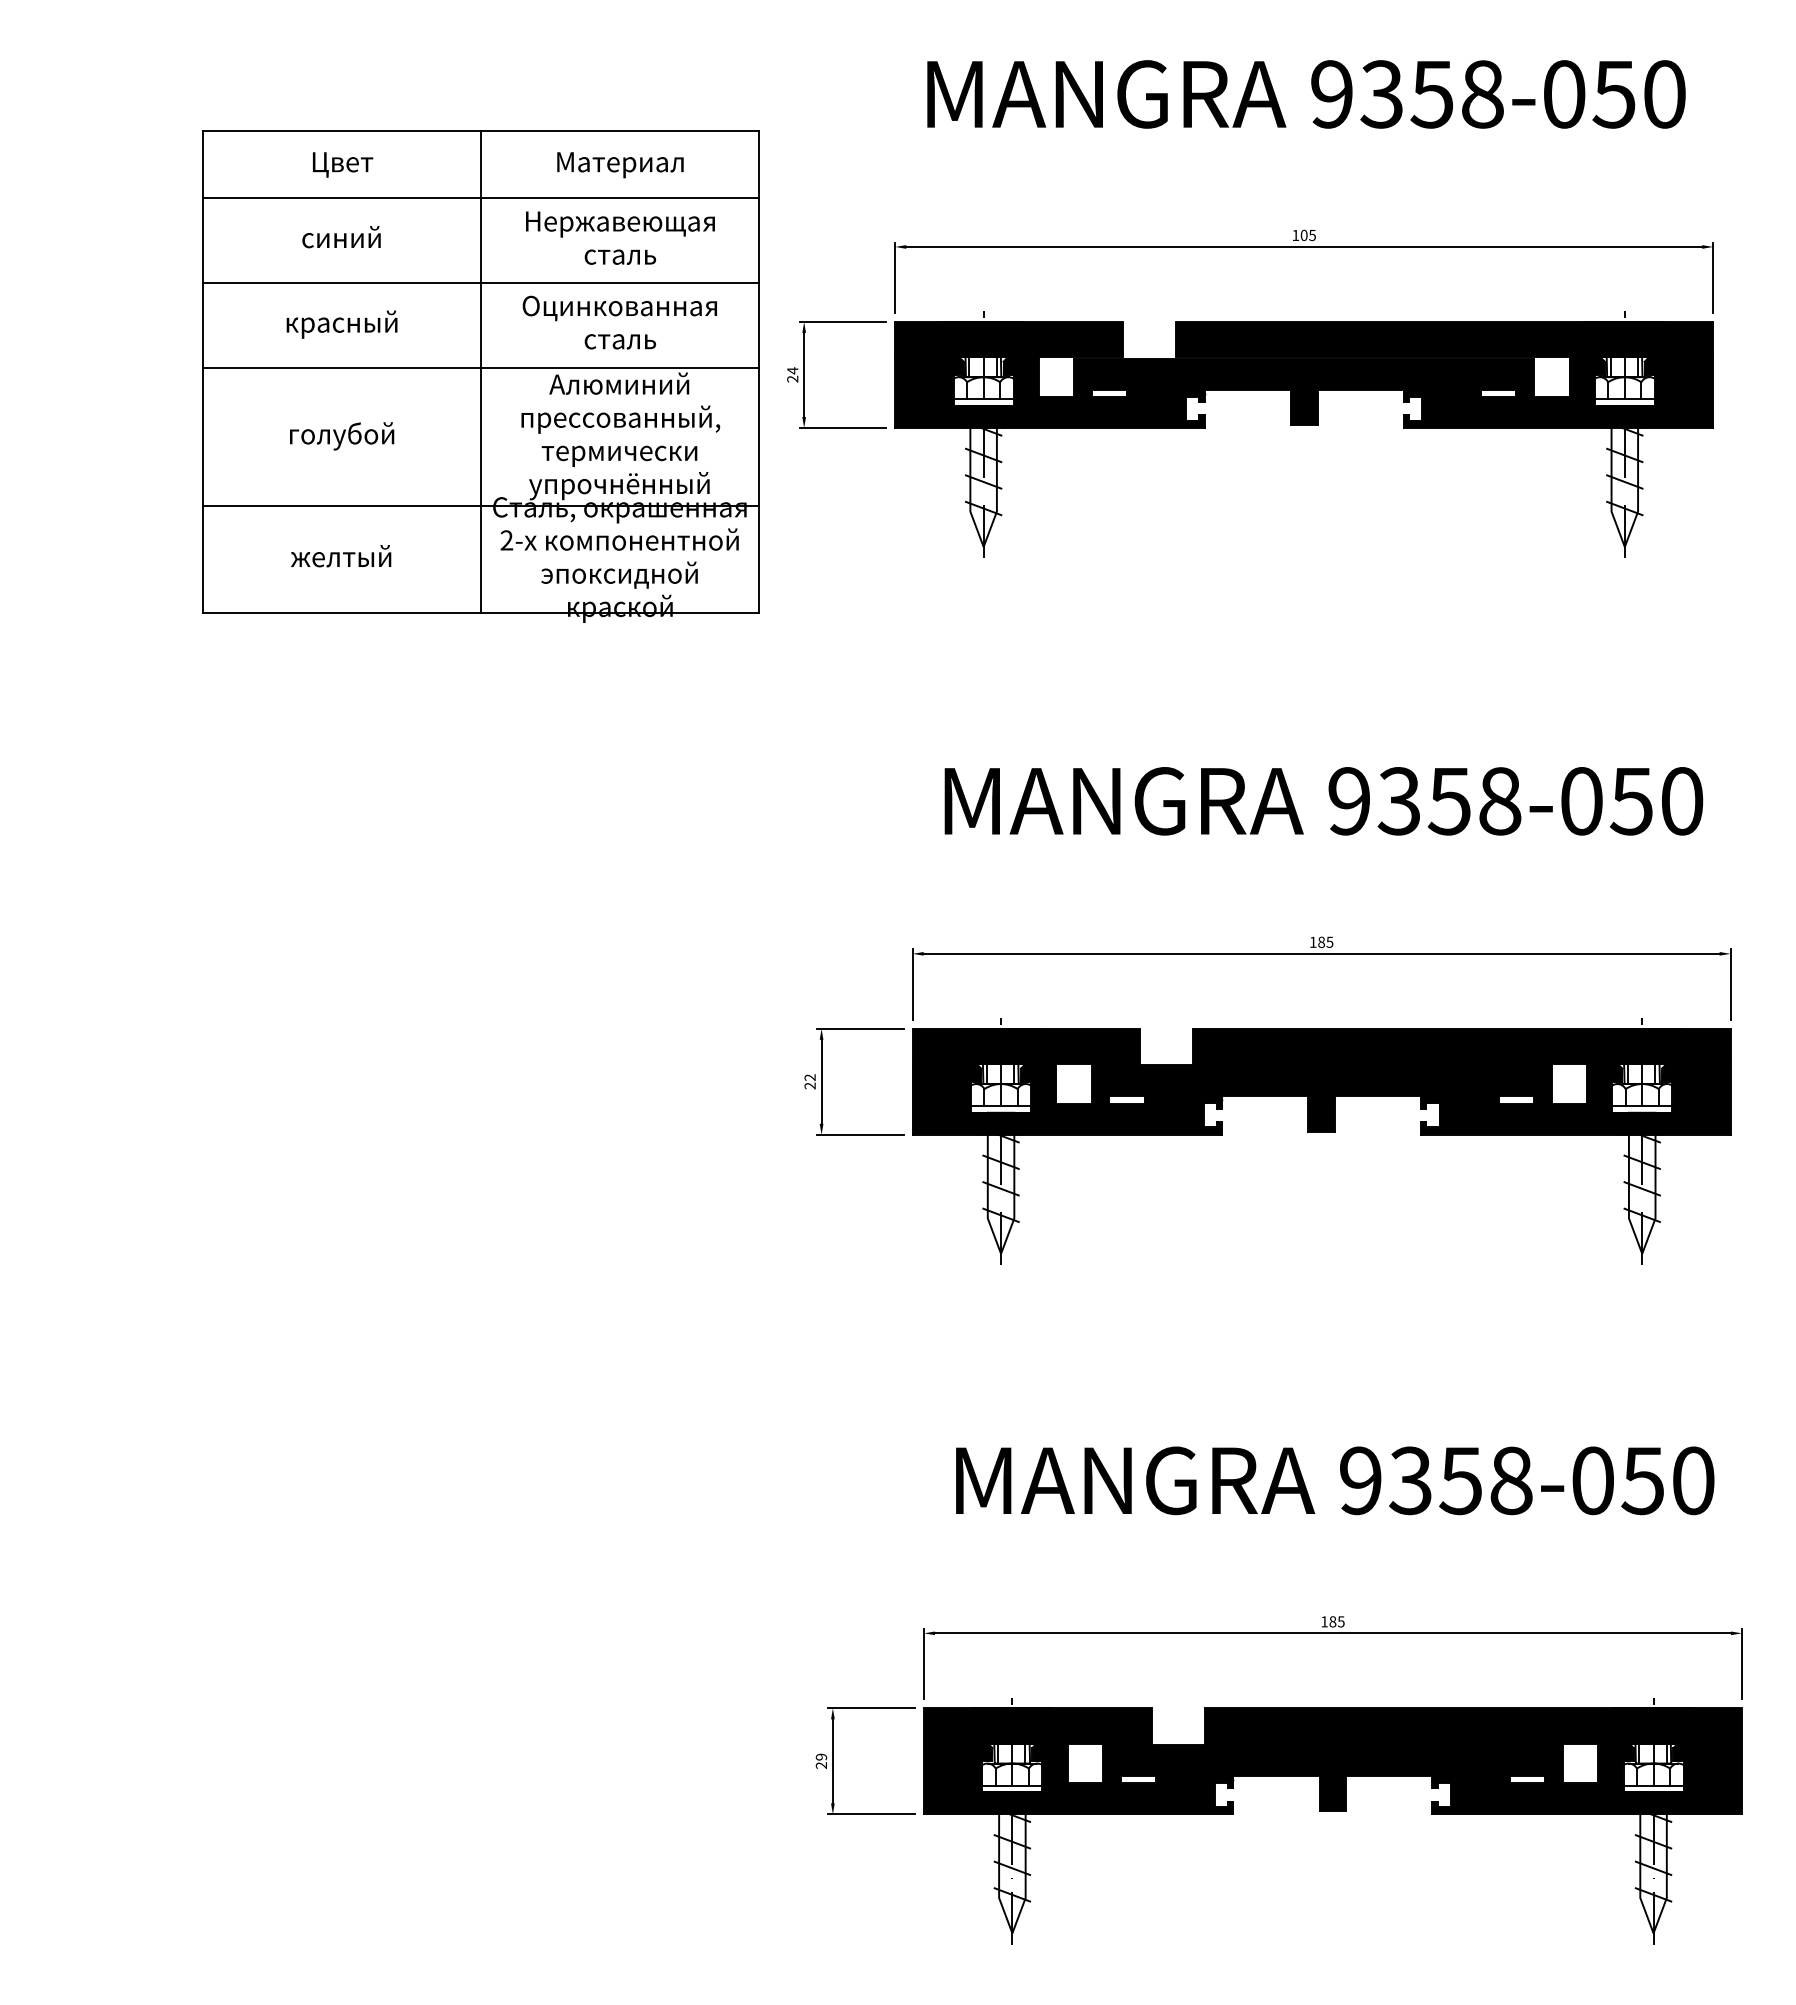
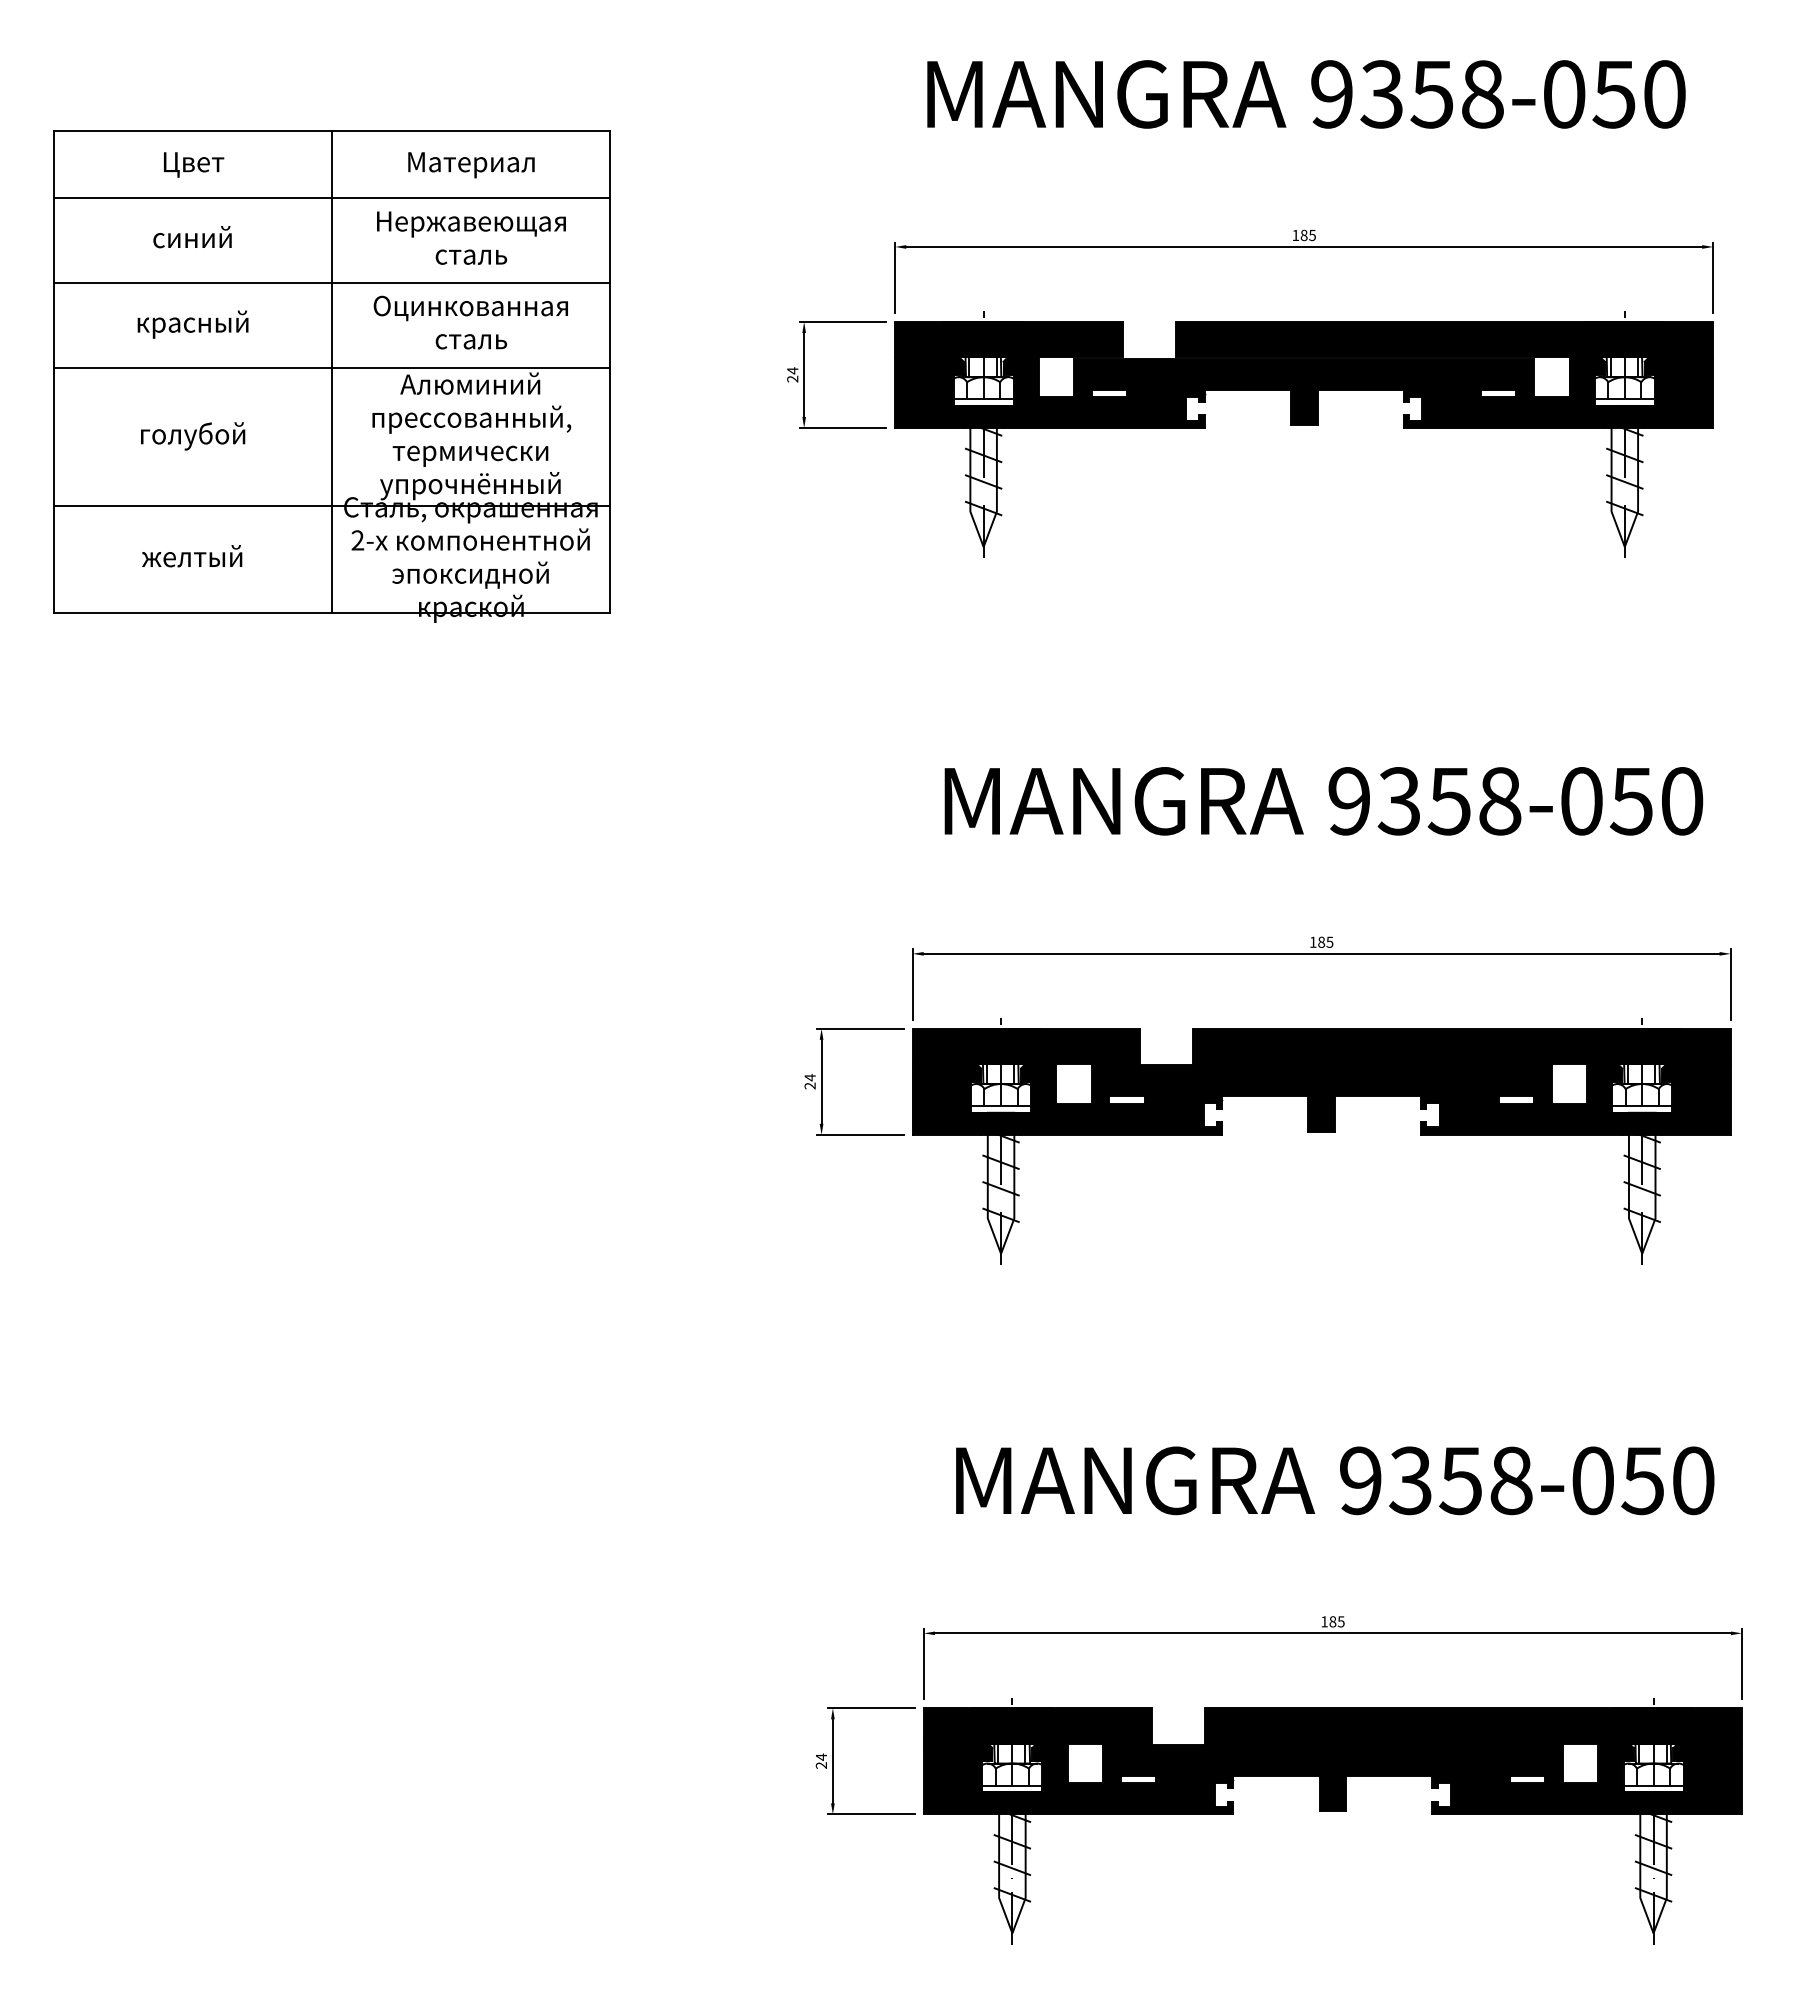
text at (1303, 235): 105 -> 185
part at (480, 376) position: (480, 376) -> (331, 376)
text at (809, 1077): 22 -> 24
text at (821, 1756): 29 -> 24
